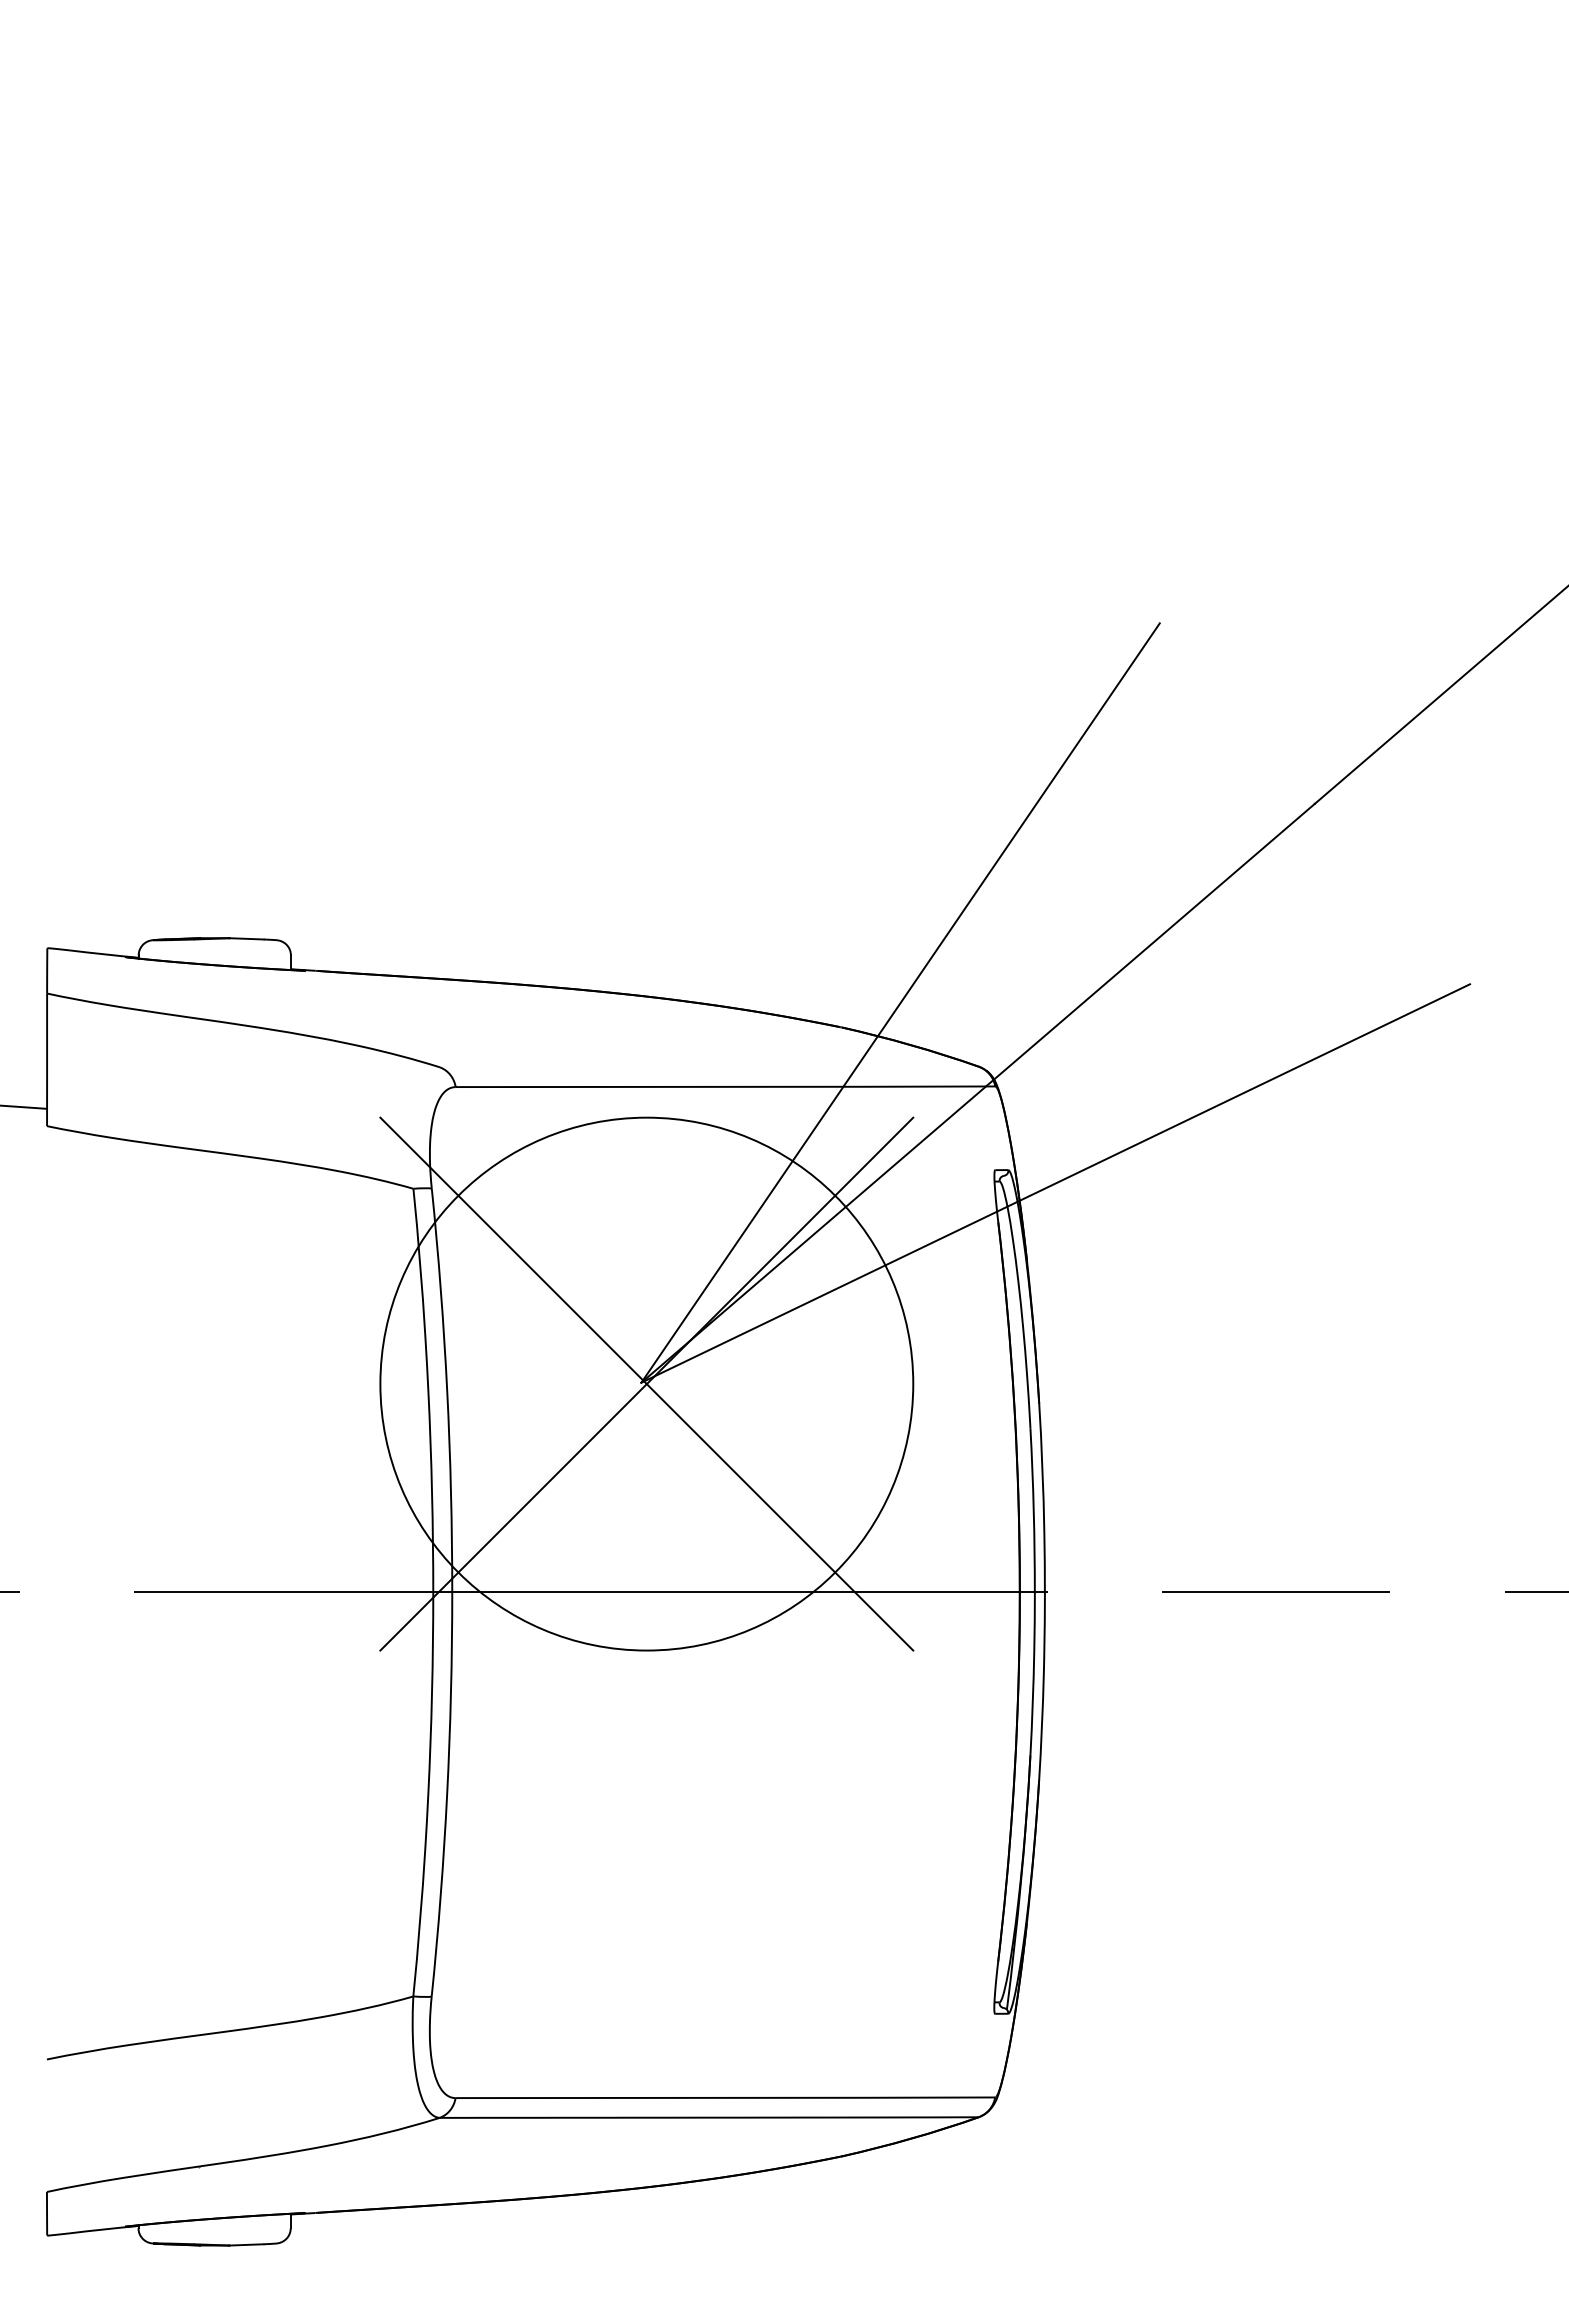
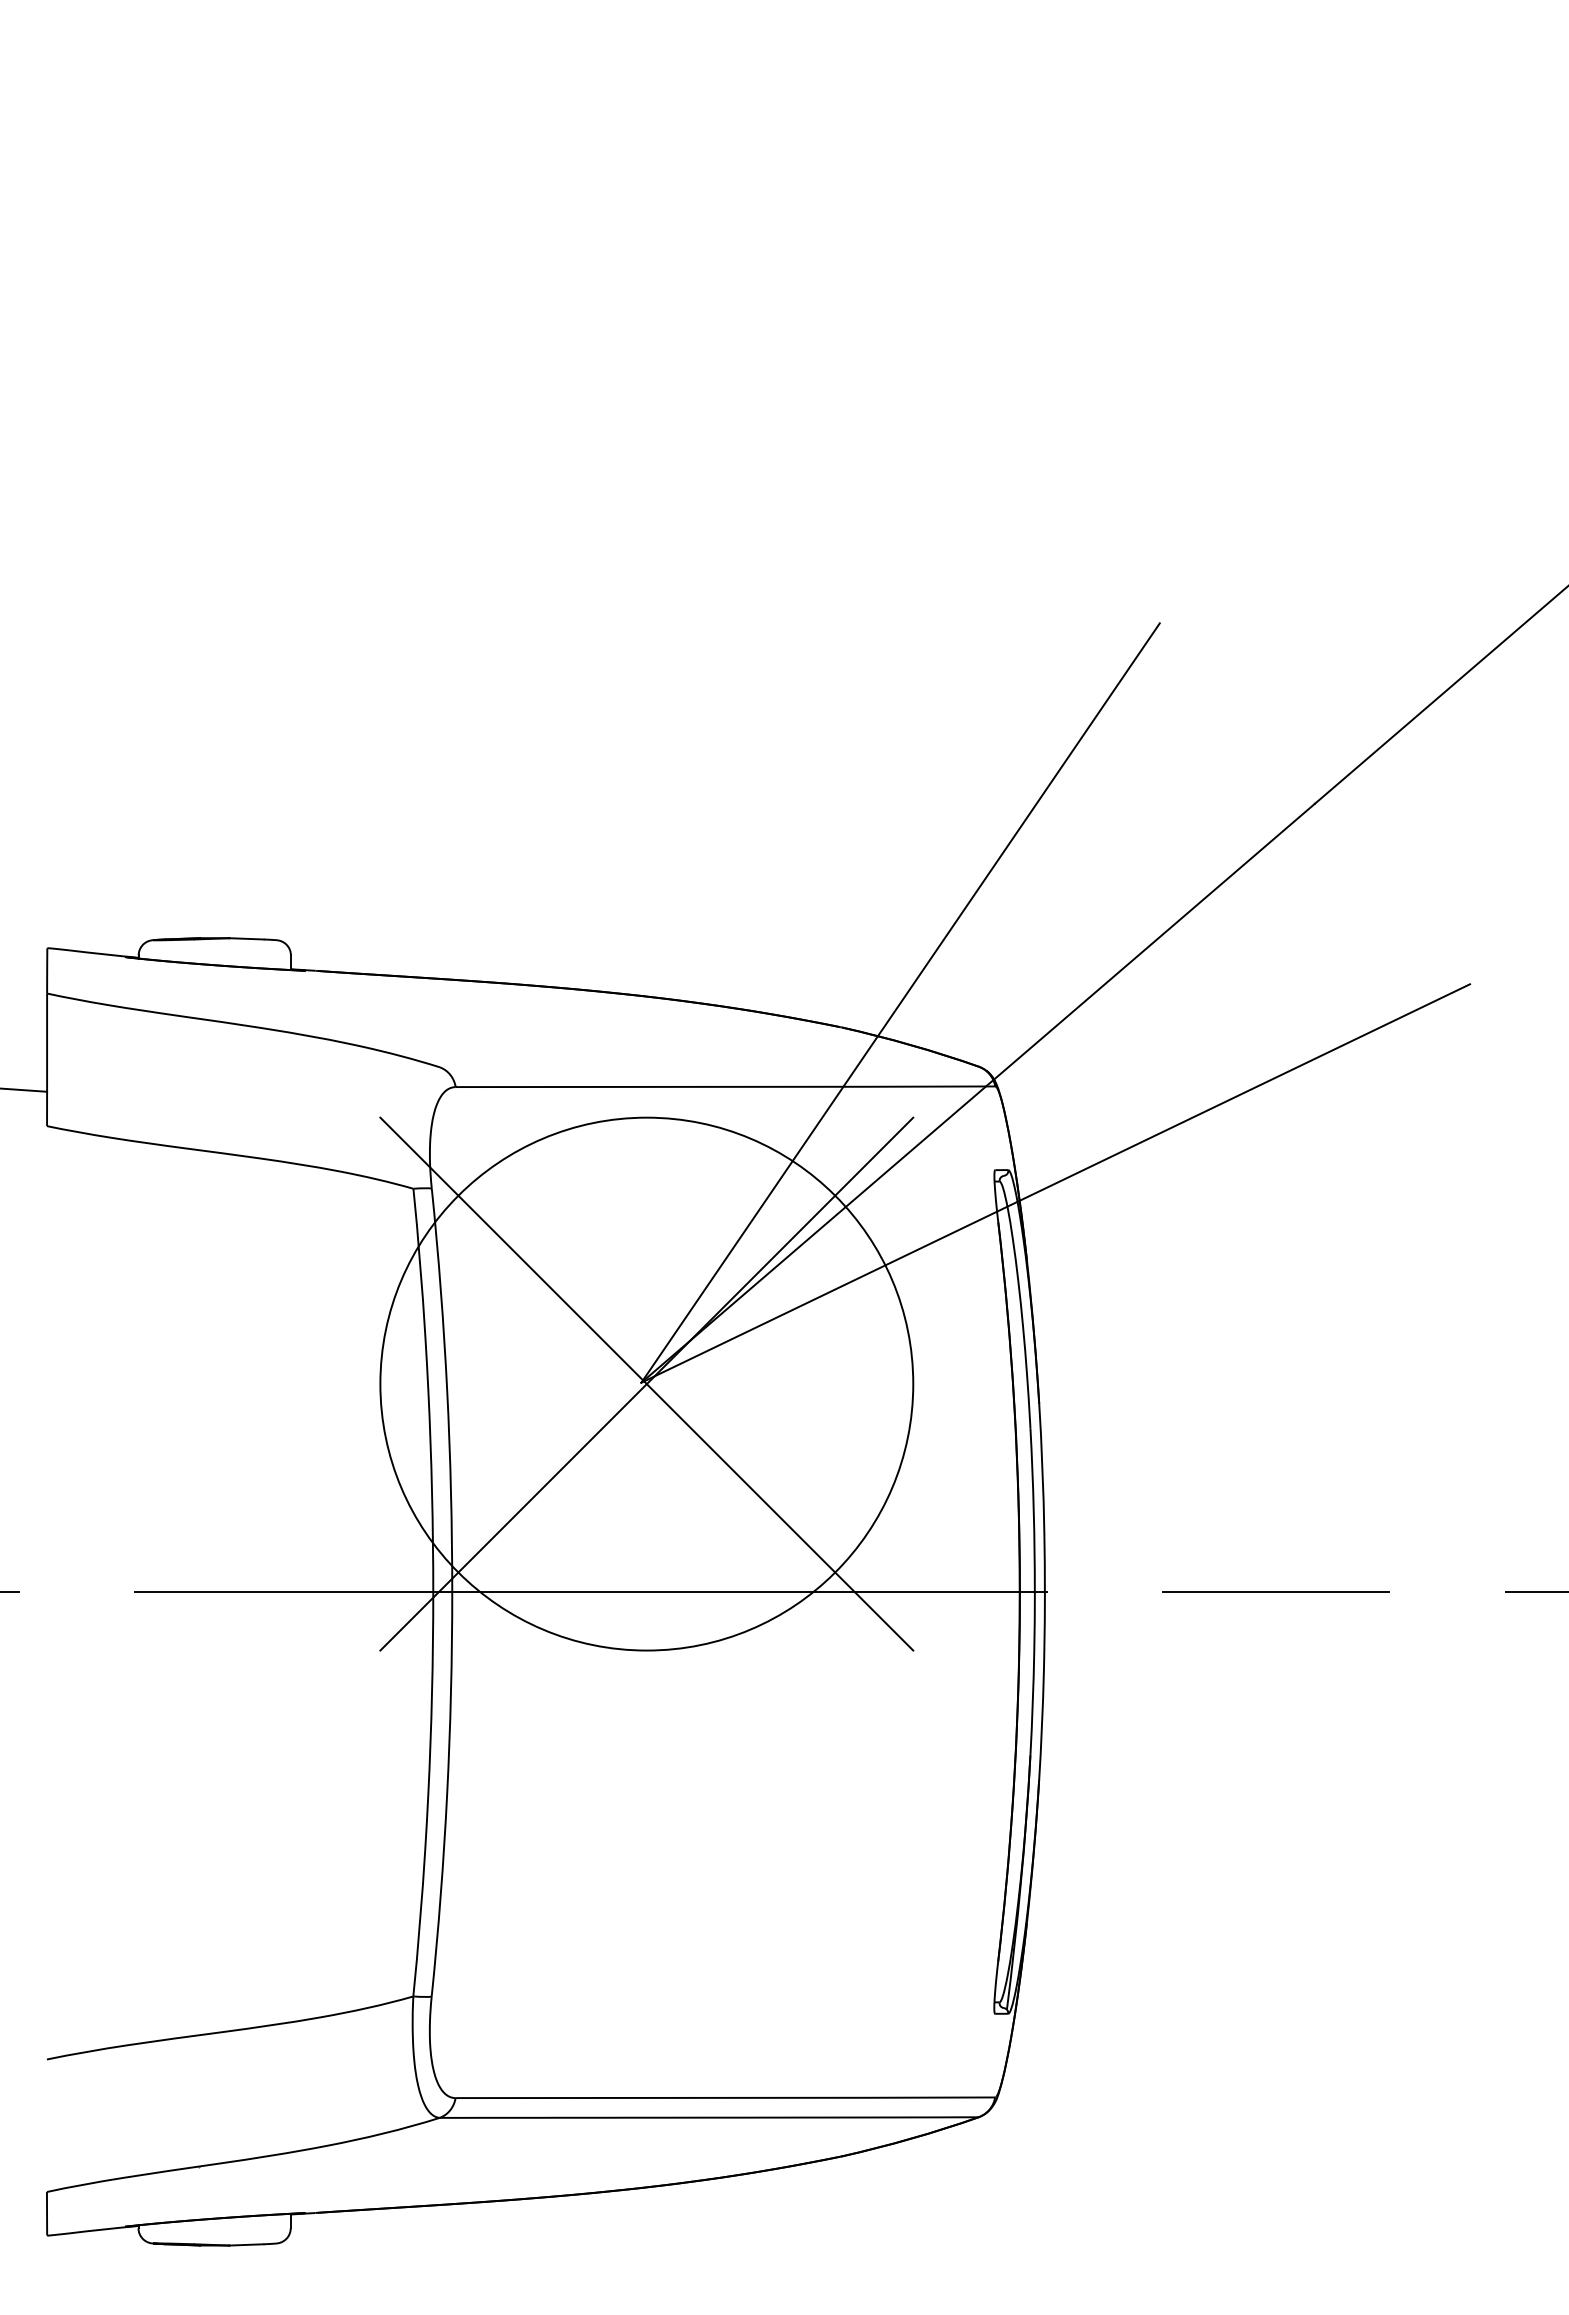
line at (24, 1106) position: (24, 1106) -> (24, 1089)
